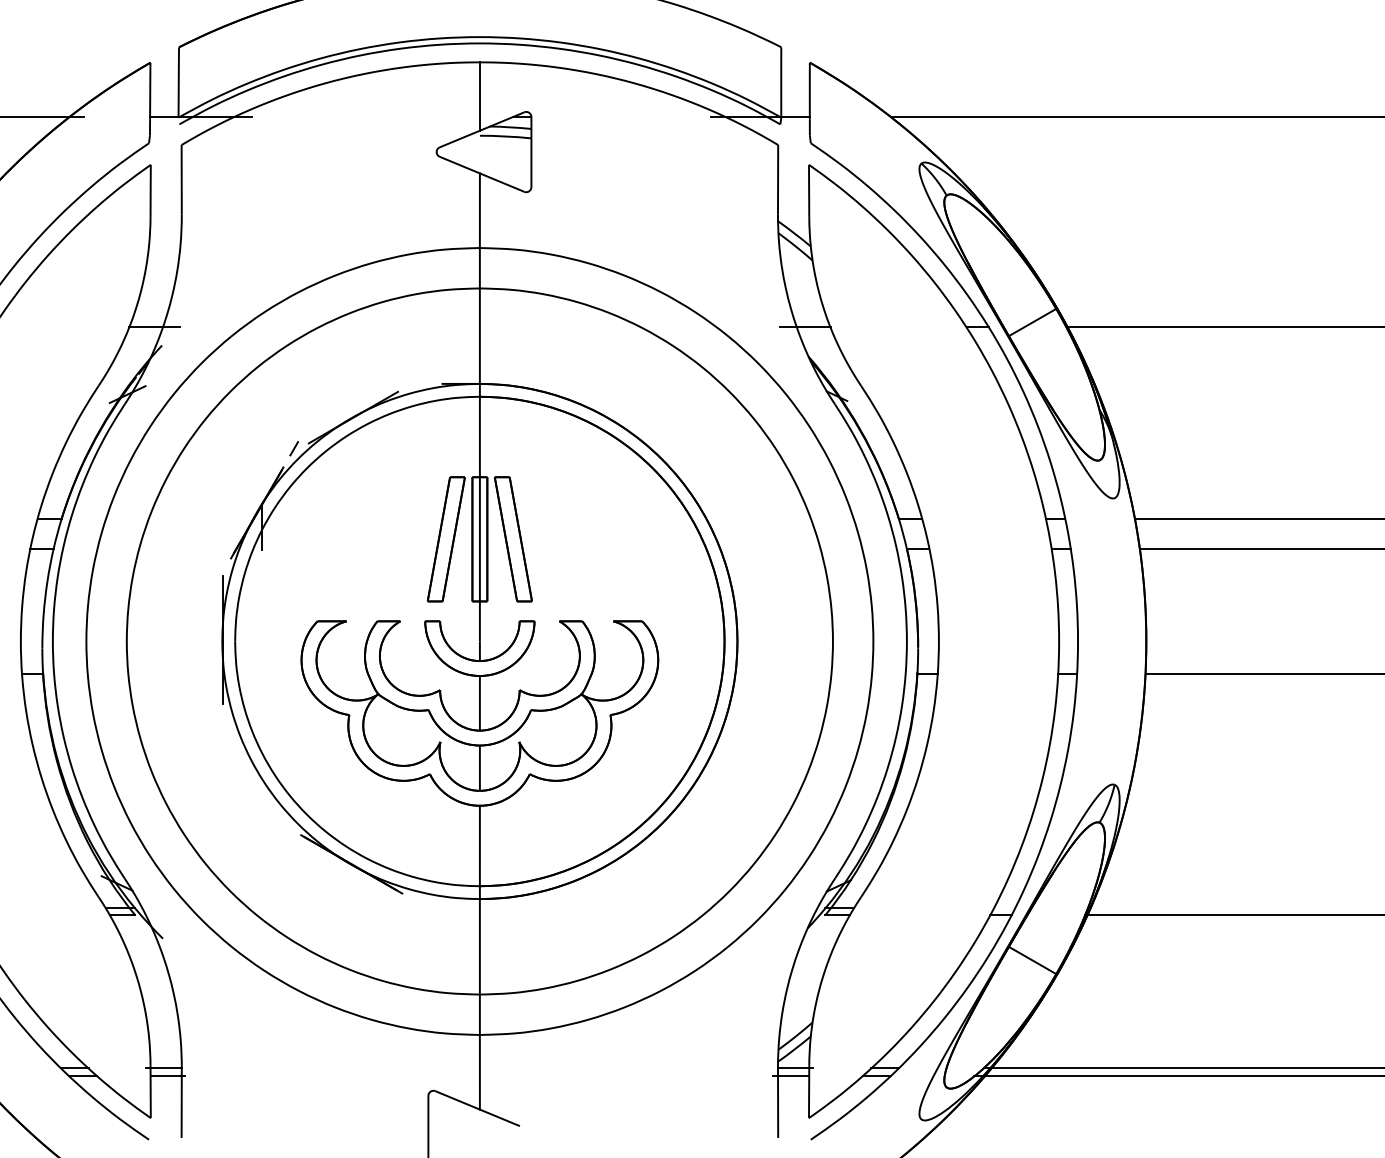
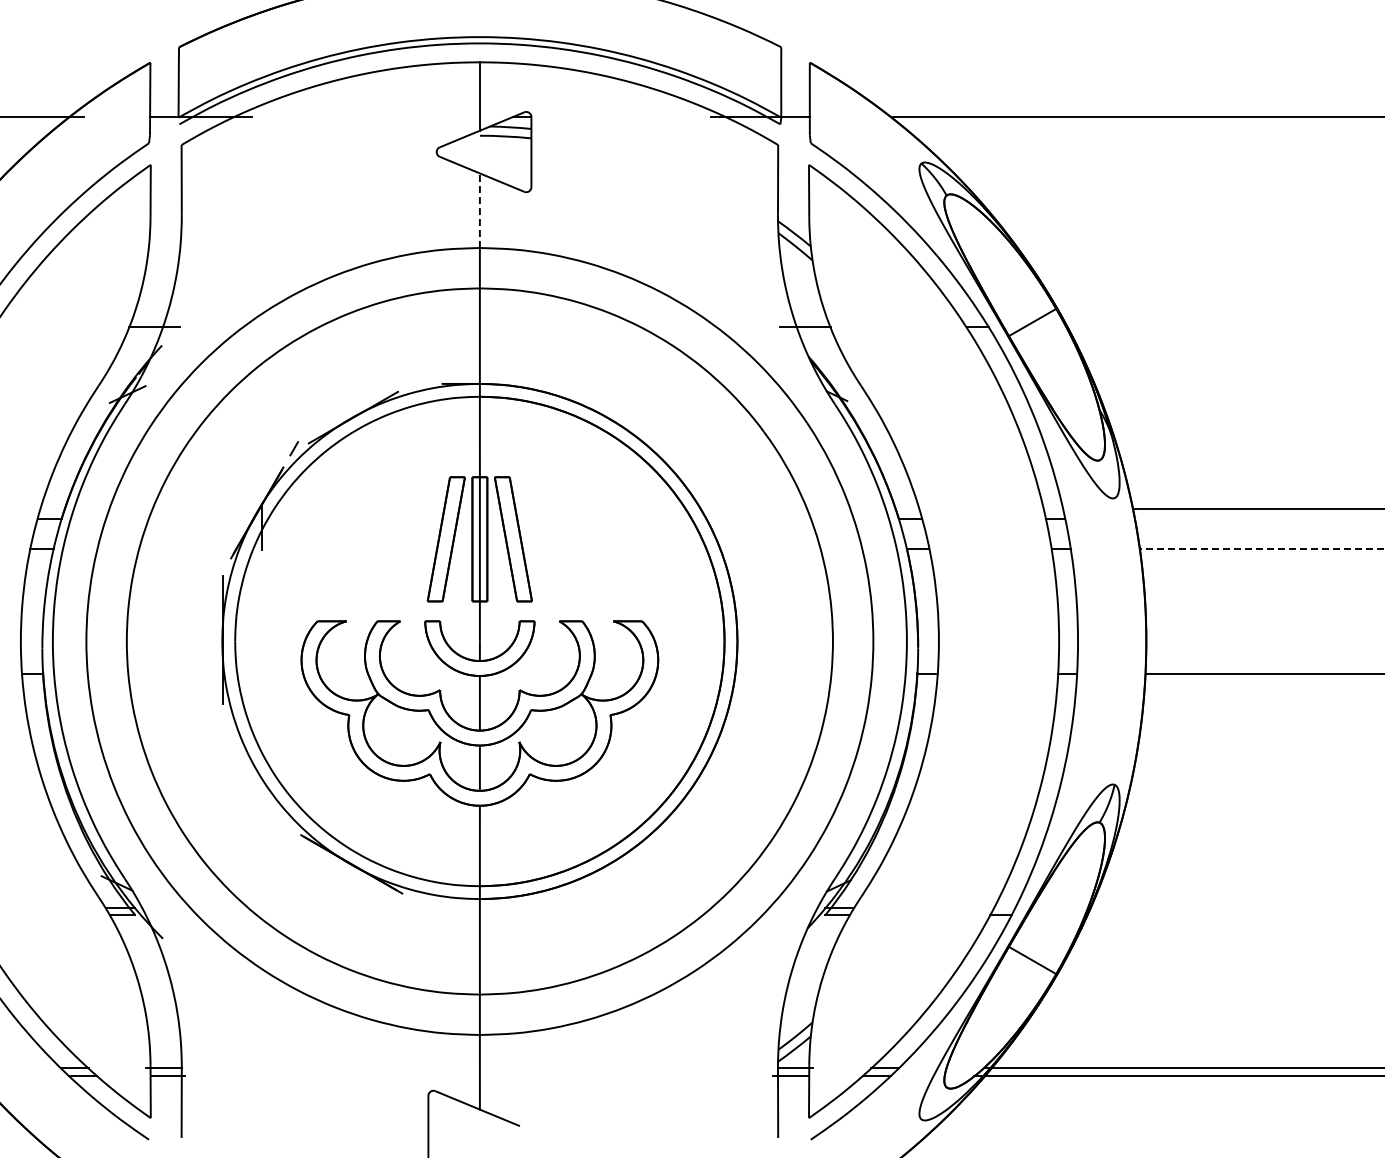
line at (479, 210): solid -> dashed
line at (1223, 327): present -> none
line at (1258, 519) position: (1258, 519) -> (1258, 509)
line at (1261, 548): solid -> dashed
line at (1233, 915): present -> none
